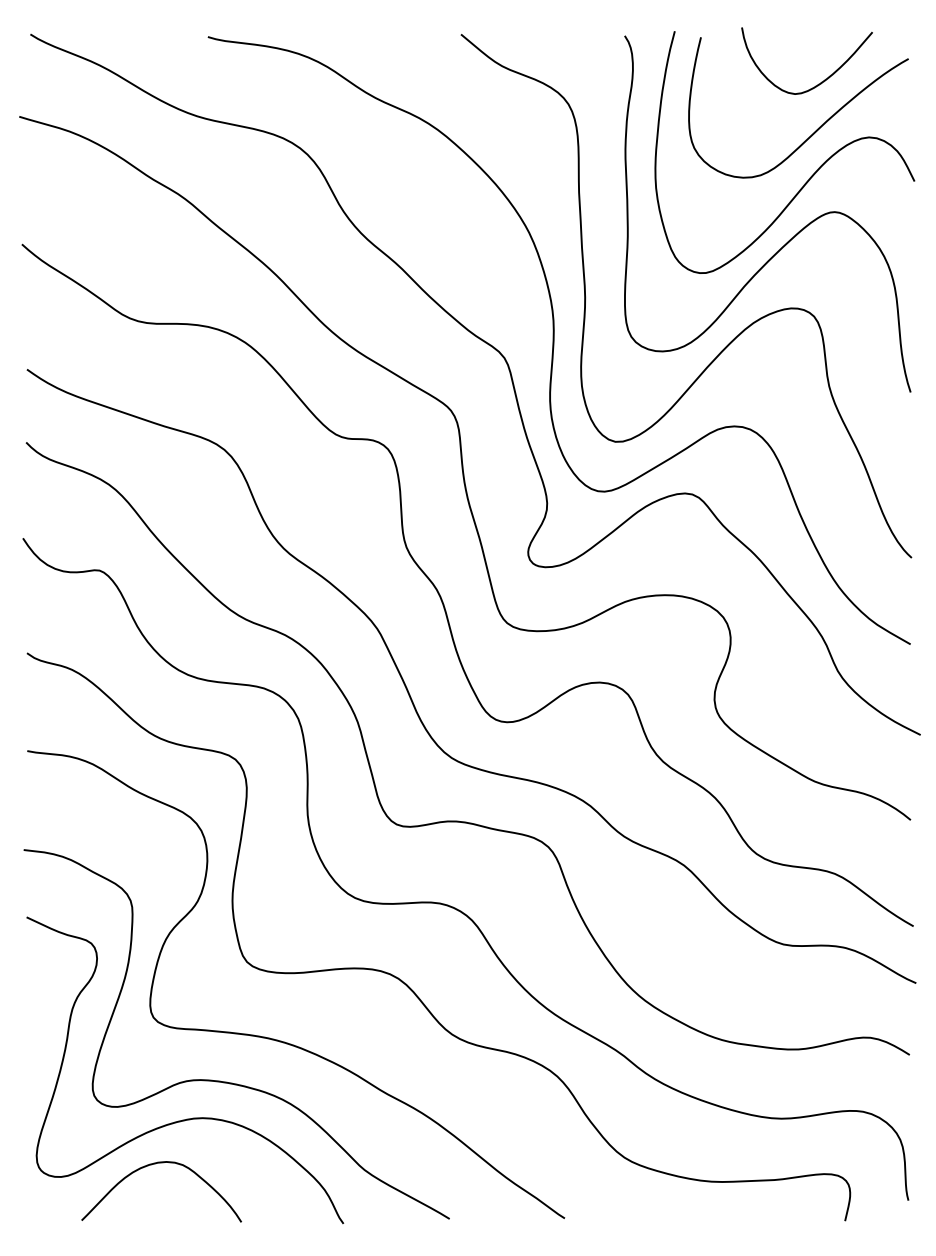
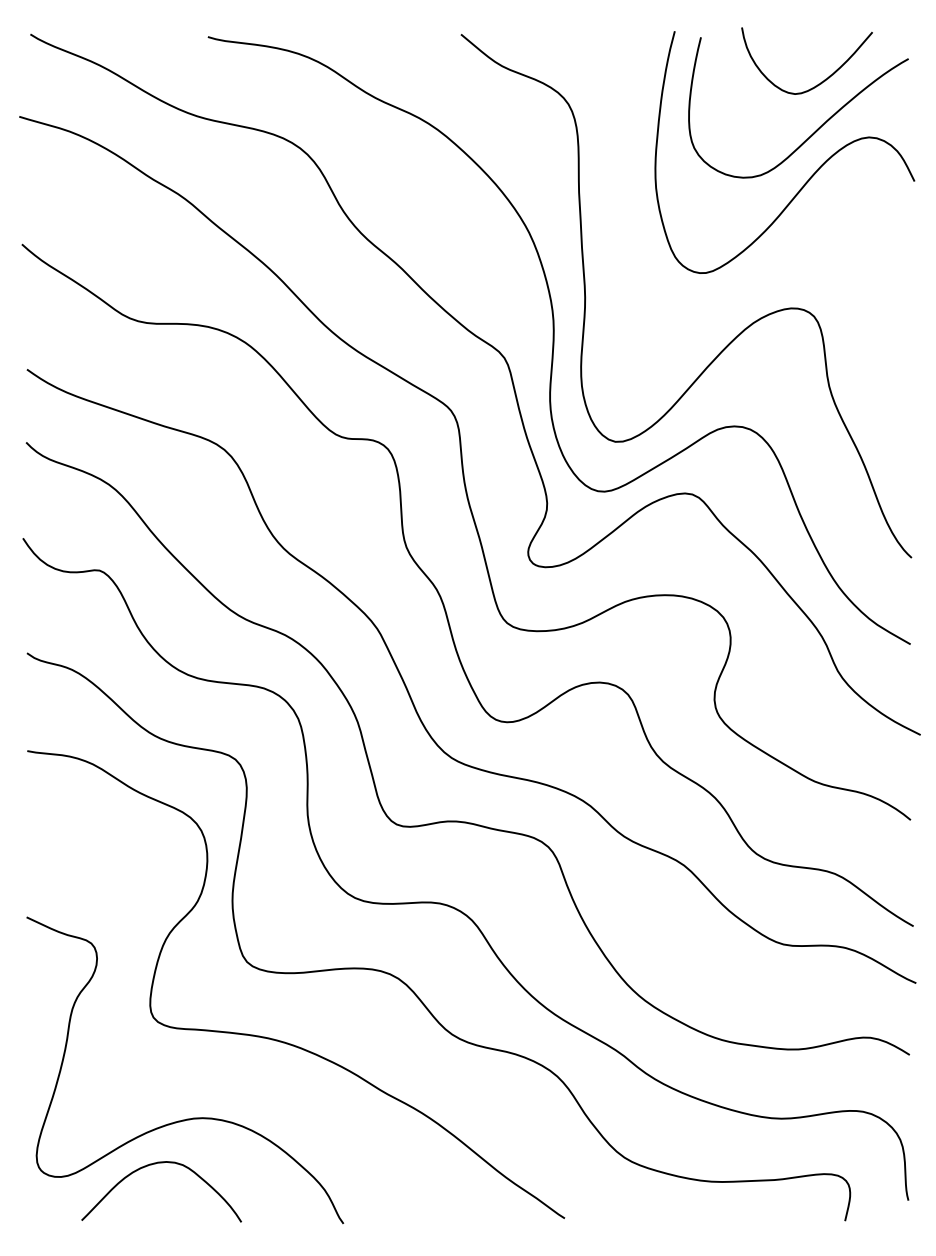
curve at (790, 238): present -> none
curve at (227, 1081): present -> none
